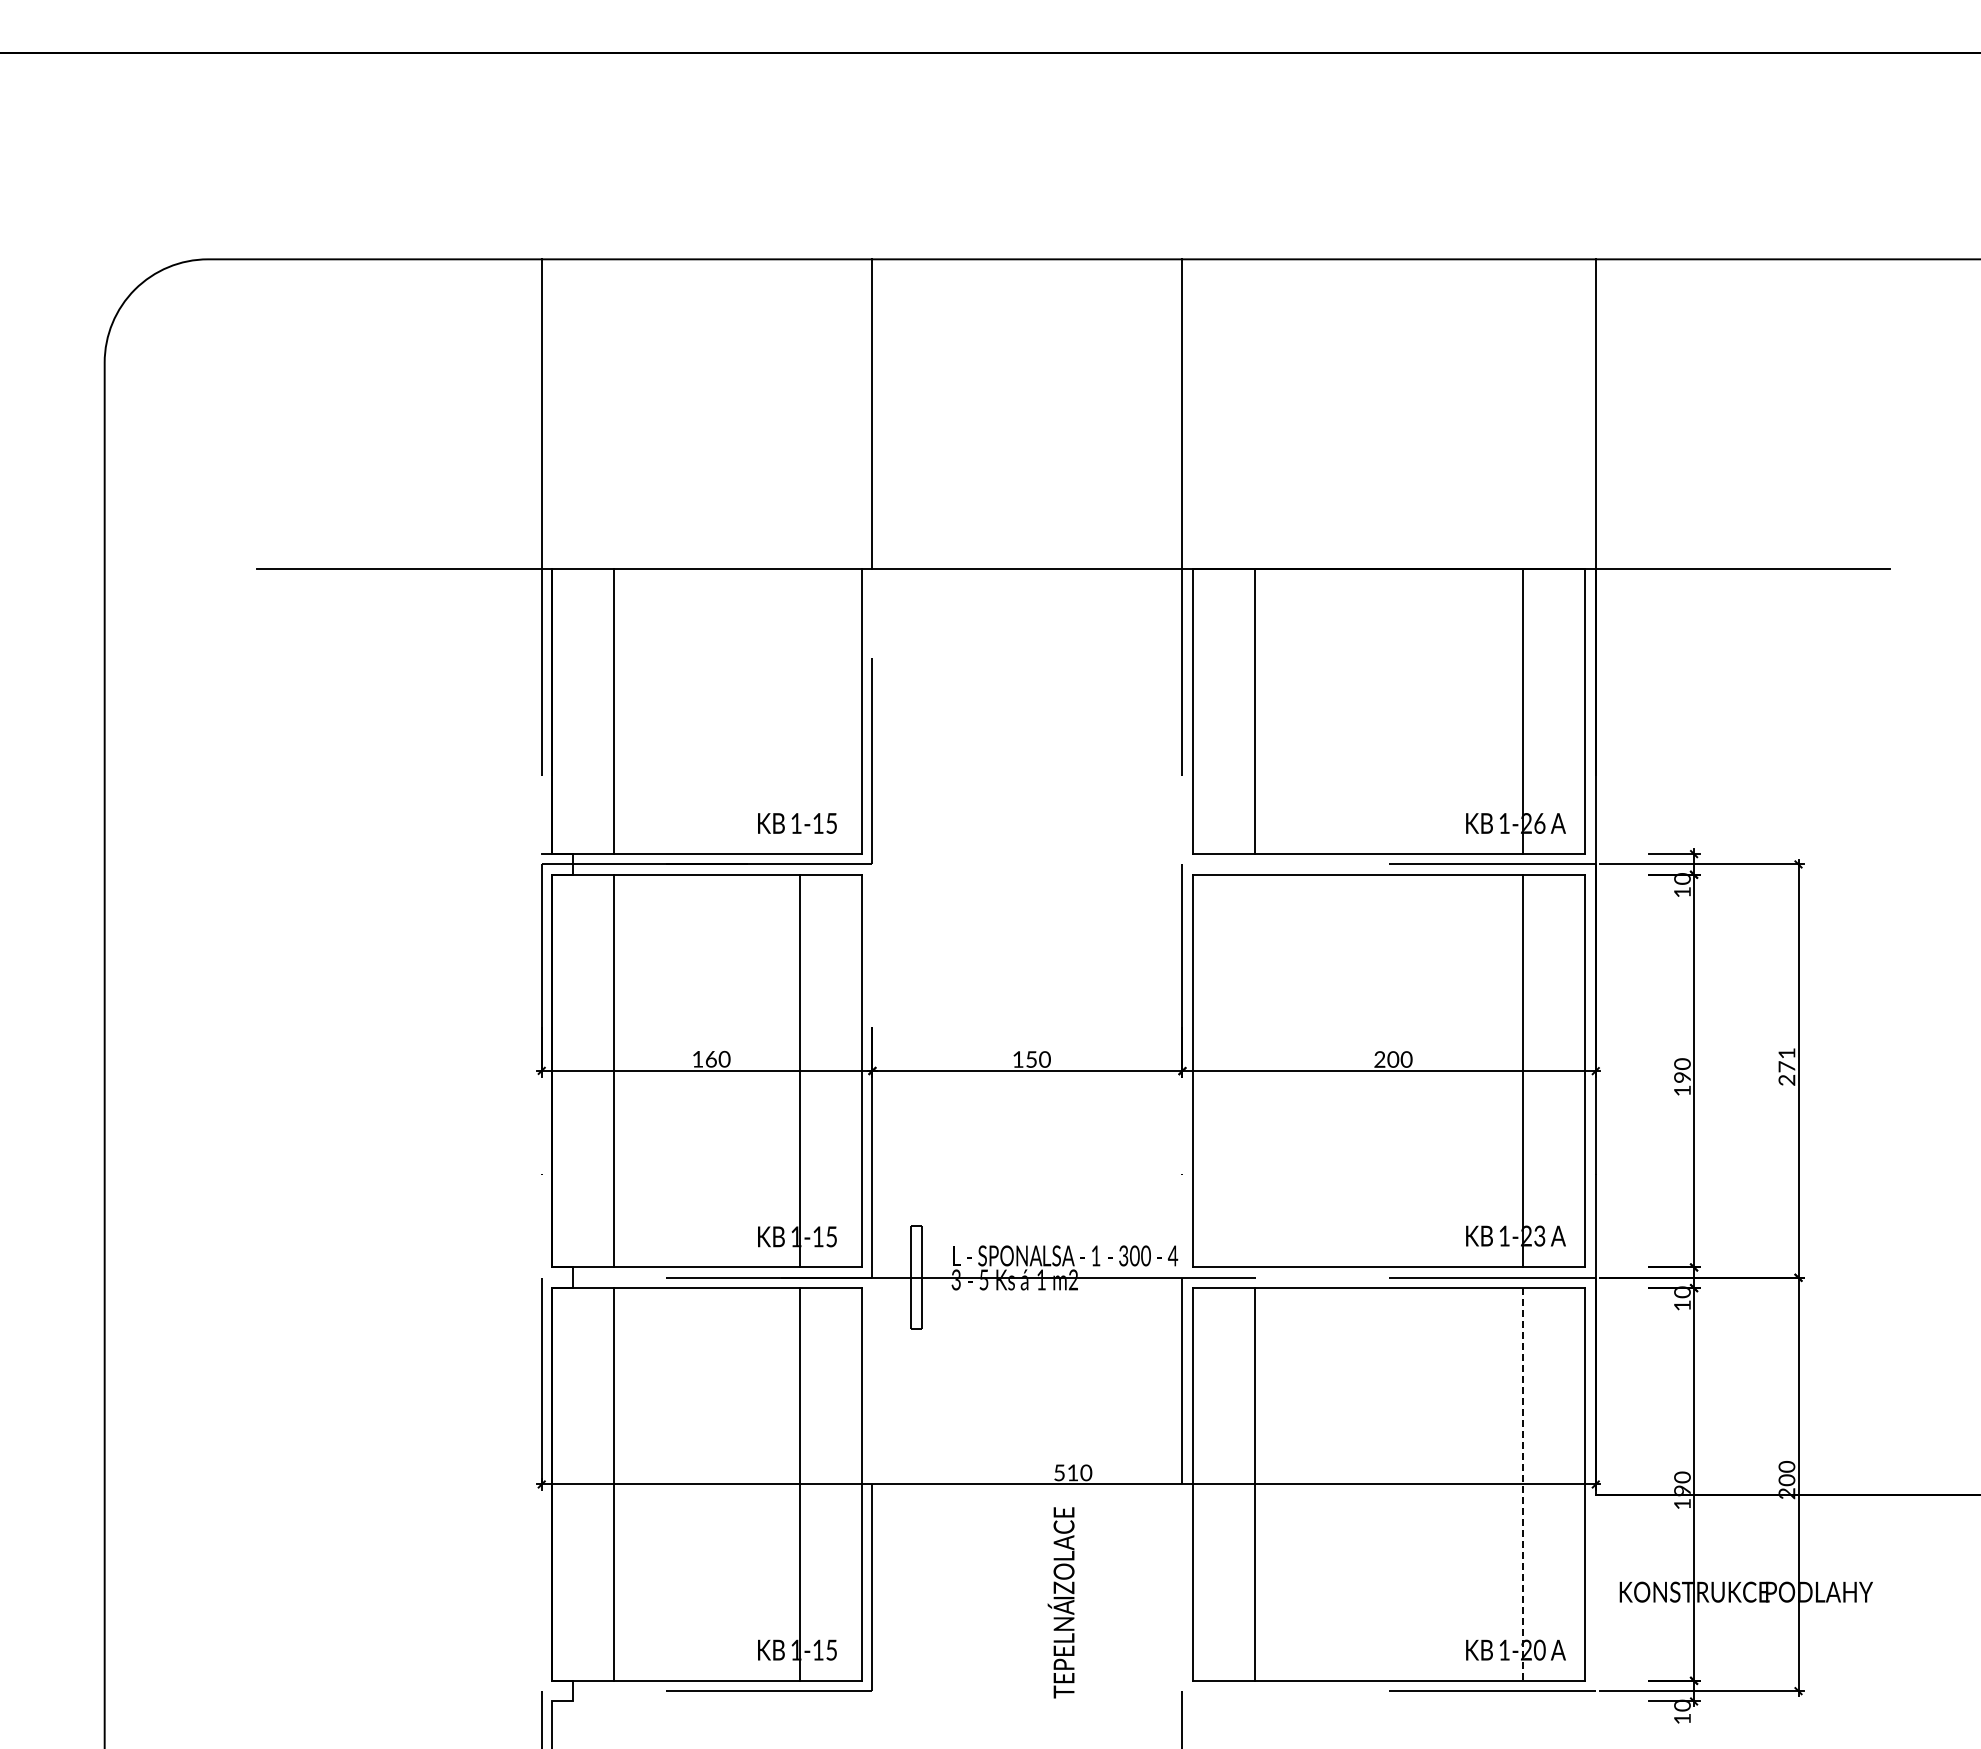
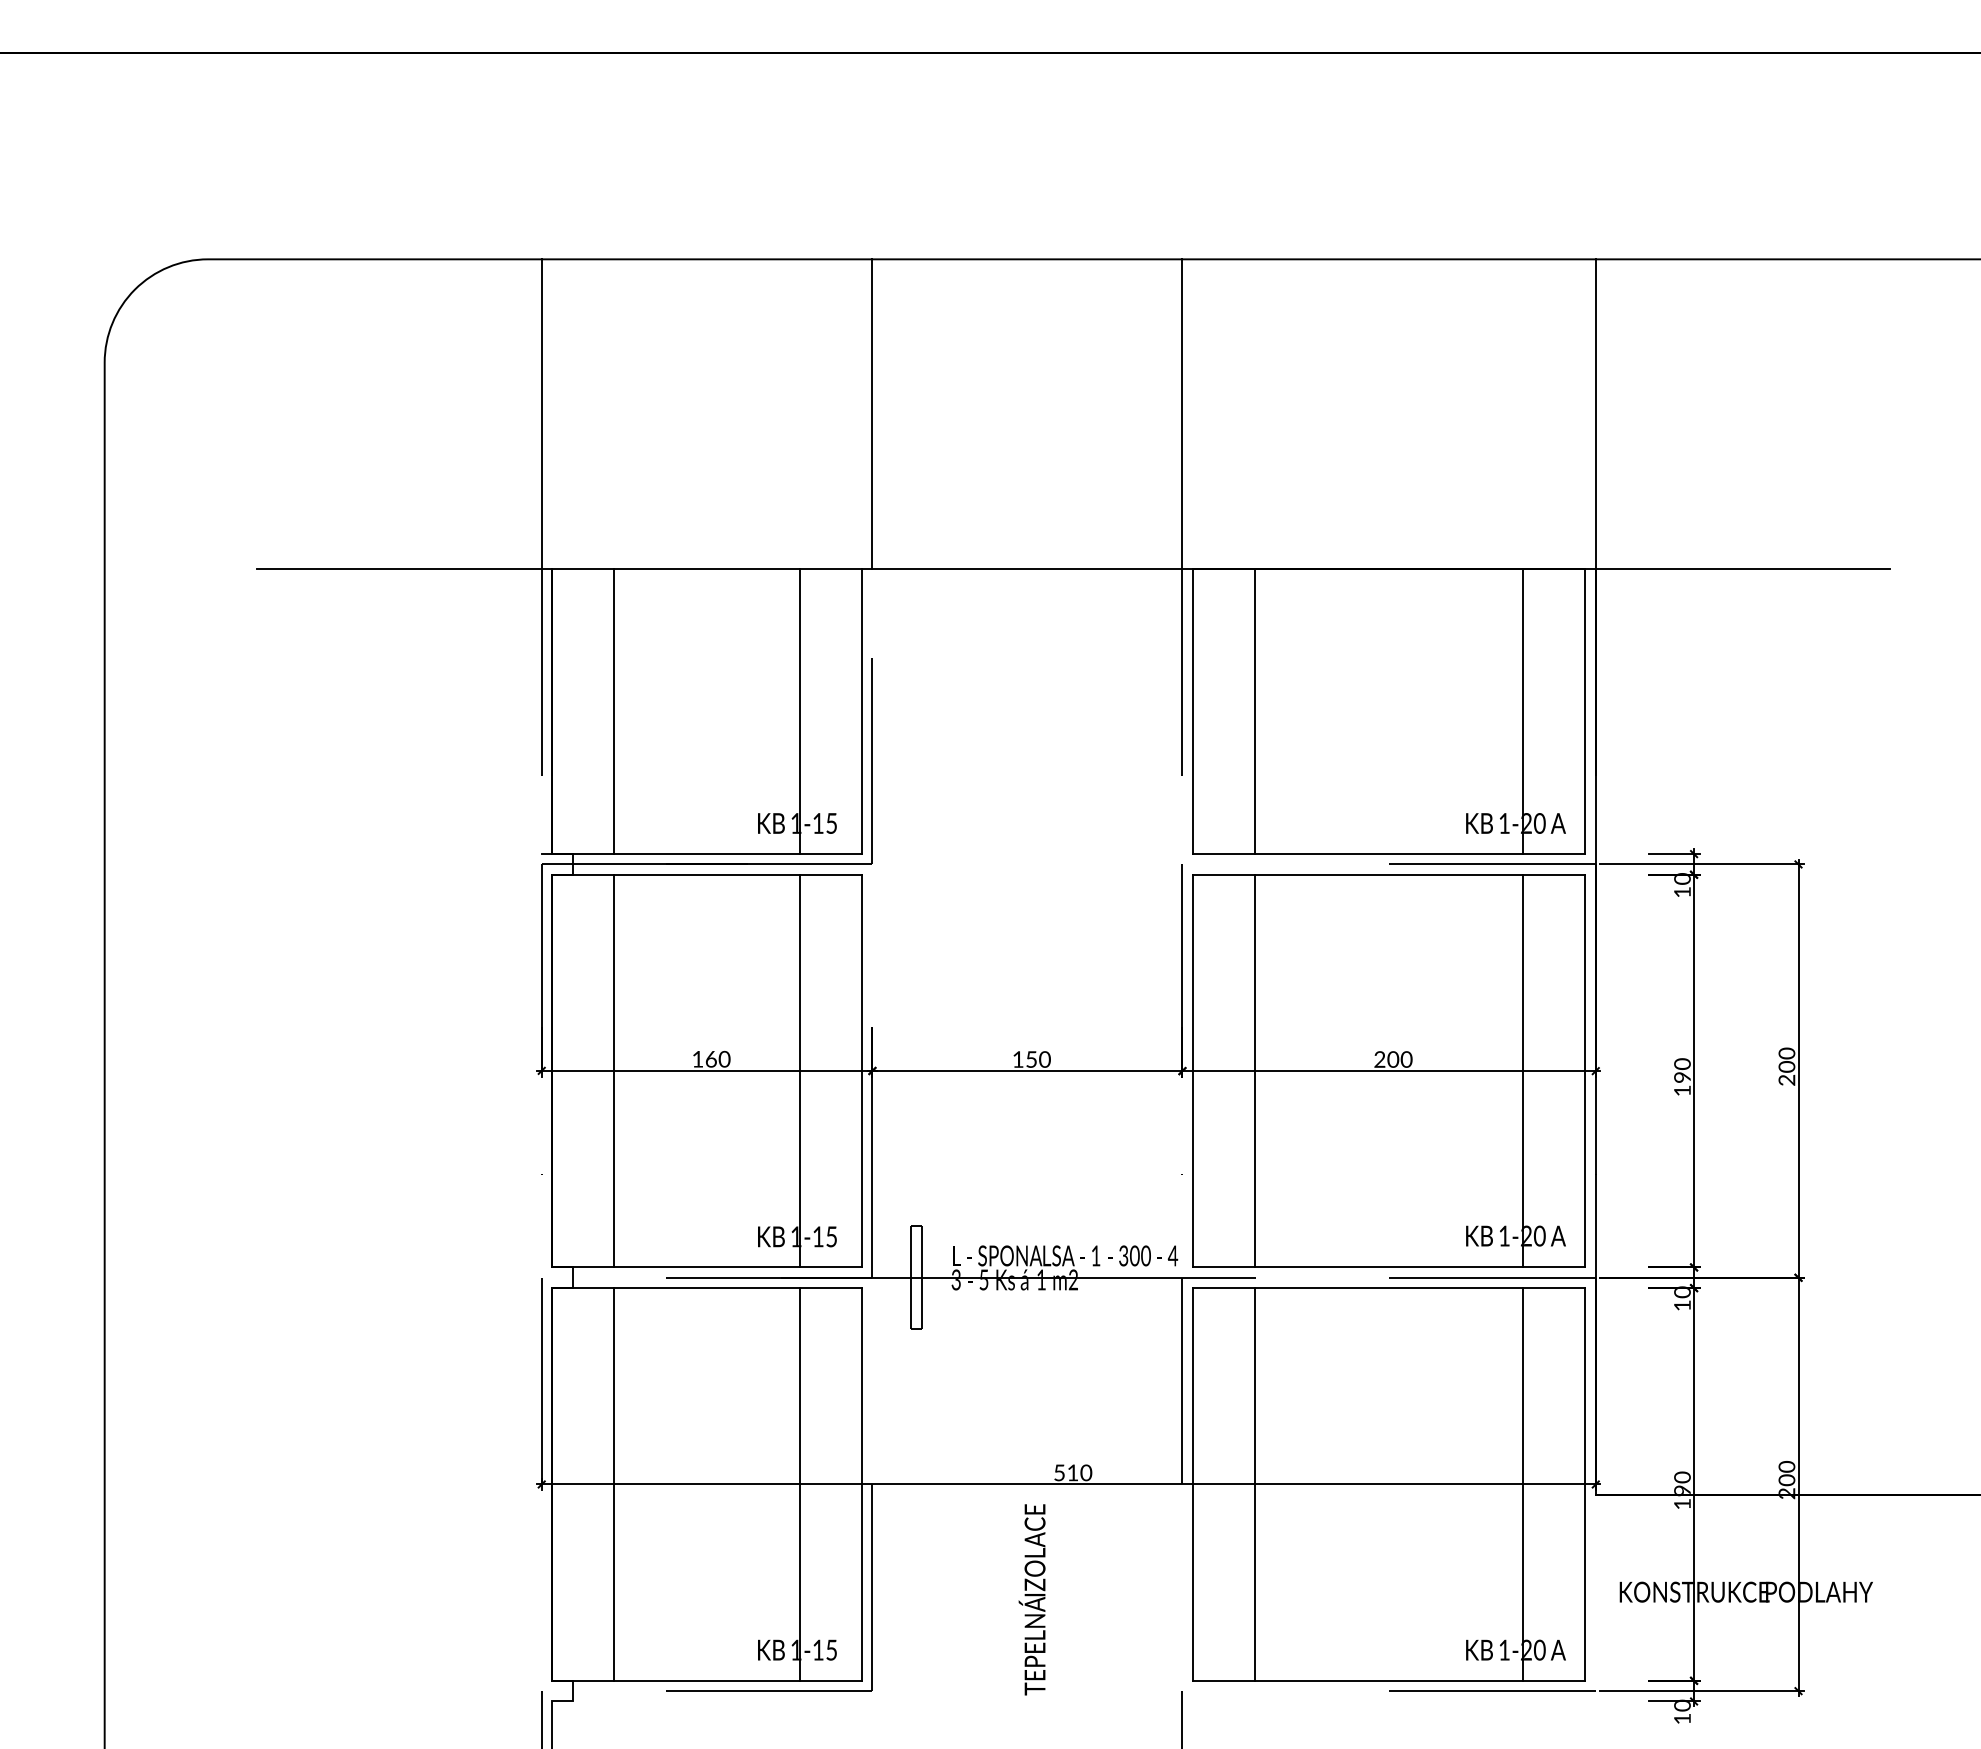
line at (800, 711): none -> present
text at (1539, 823): 1-26 -> 1-20
text at (1786, 1059): 271 -> 200
line at (1254, 1070): none -> present
text at (1539, 1235): 1-23 -> 1-20
line at (1523, 1484): dashed -> solid
text at (1060, 1602) position: (1060, 1602) -> (1031, 1599)
